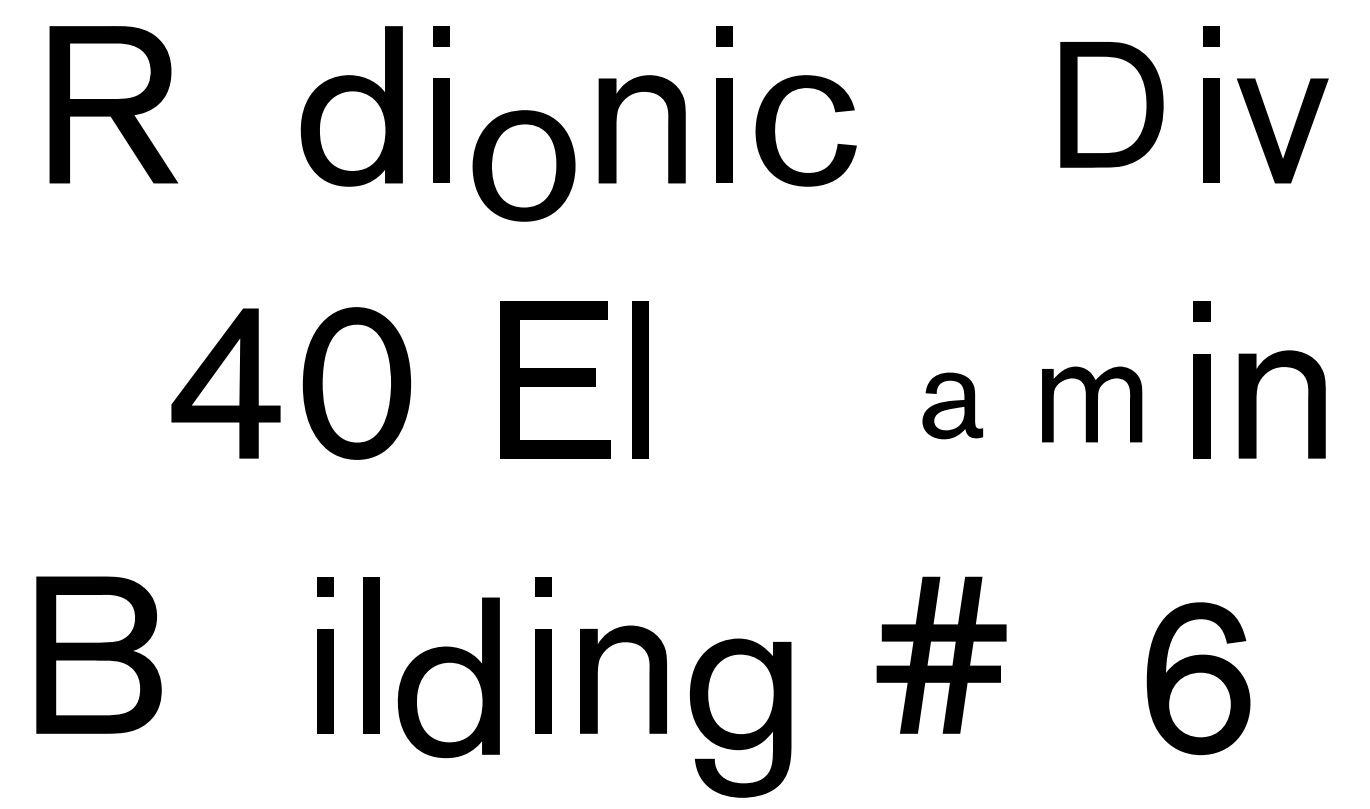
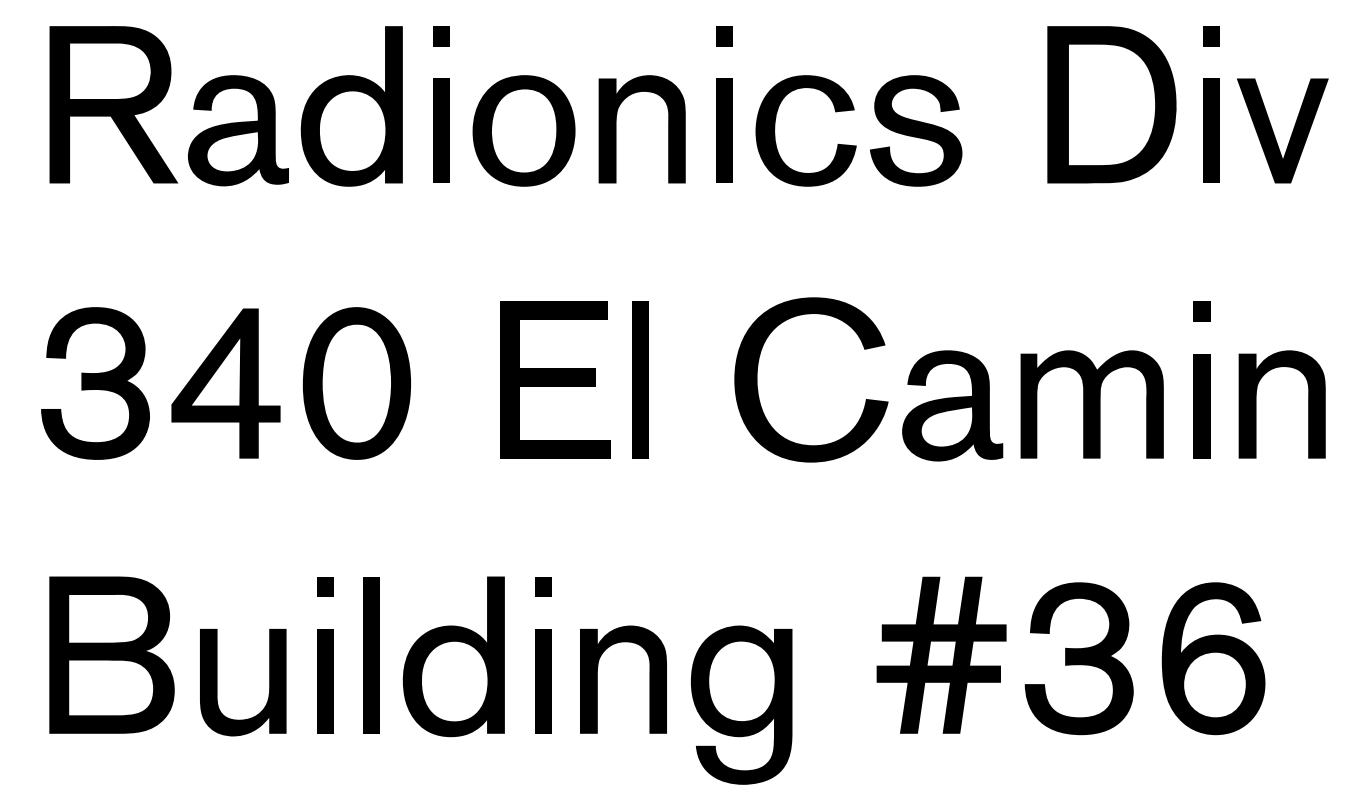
part at (1111, 104) size: 104x126 px -> 130x158 px
part at (238, 130): none -> present
fill at (915, 130): none -> present
part at (523, 165) position: (523, 165) -> (523, 130)
fill at (811, 379): none -> present
fill at (95, 383): none -> present
part at (1092, 404) size: 101x77 px -> 144x109 px
part at (952, 405) size: 62x68 px -> 102x112 px
part at (98, 654) position: (98, 654) -> (111, 654)
fill at (1078, 658): none -> present
part at (448, 677) position: (448, 677) -> (453, 656)
part at (1198, 678) position: (1198, 678) -> (1213, 658)
fill at (242, 682): none -> present
part at (740, 717) position: (740, 717) -> (741, 704)
